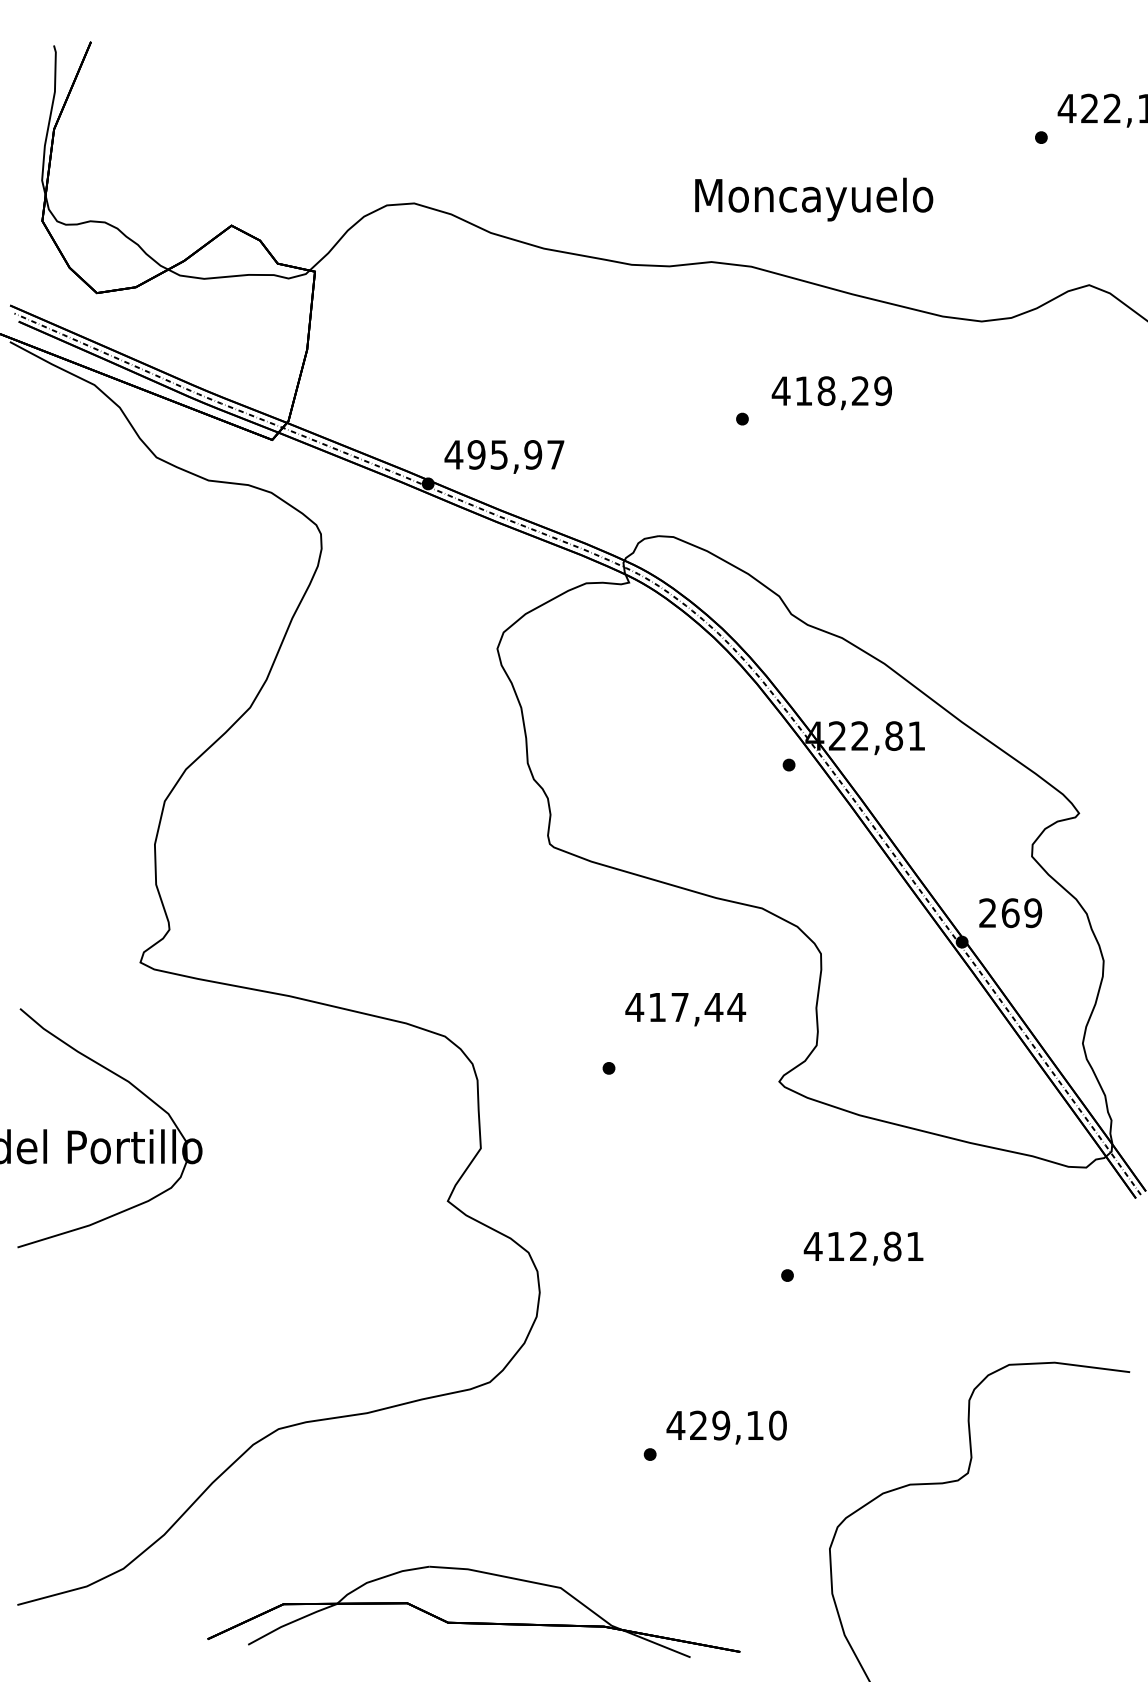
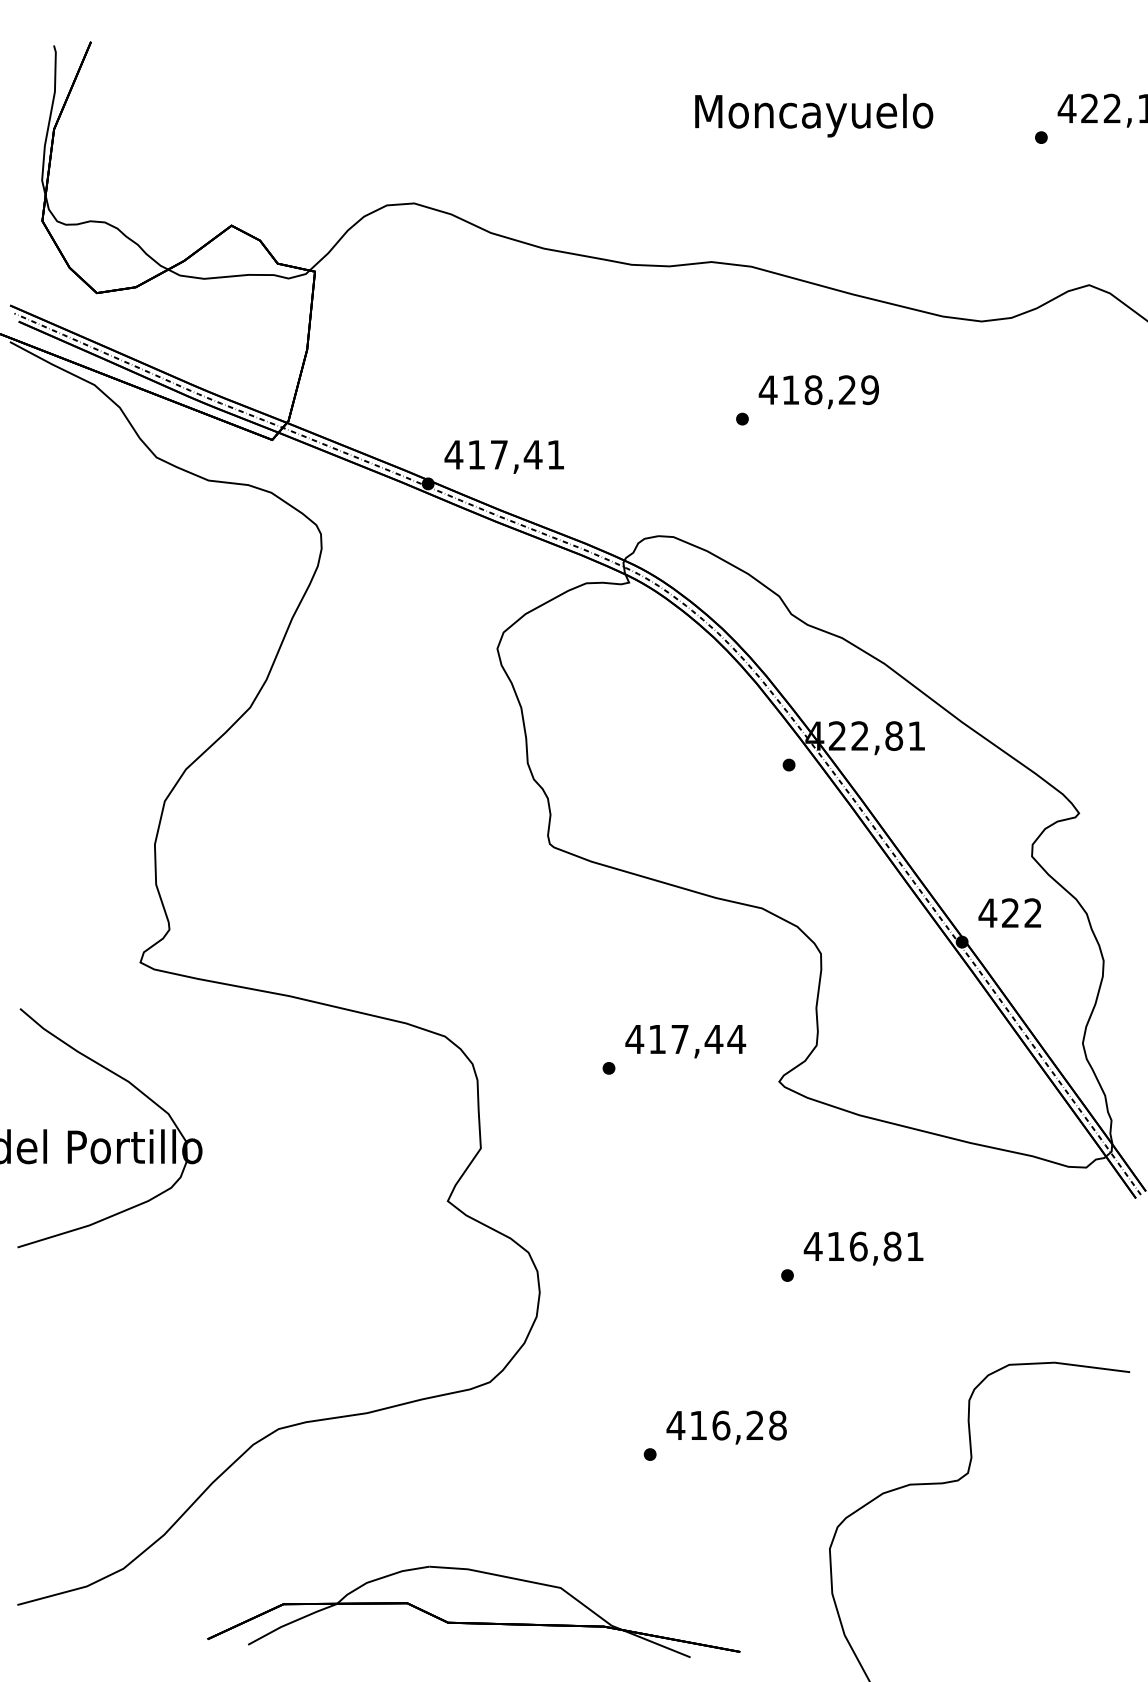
text at (814, 199) position: (814, 199) -> (814, 115)
text at (831, 393) position: (831, 393) -> (818, 392)
text at (515, 454): 495,97 -> 417,41
text at (1010, 913): 269 -> 422
text at (685, 1009) position: (685, 1009) -> (685, 1041)
text at (858, 1246): 412,81 -> 416,81
text at (738, 1425): 429,10 -> 416,28
